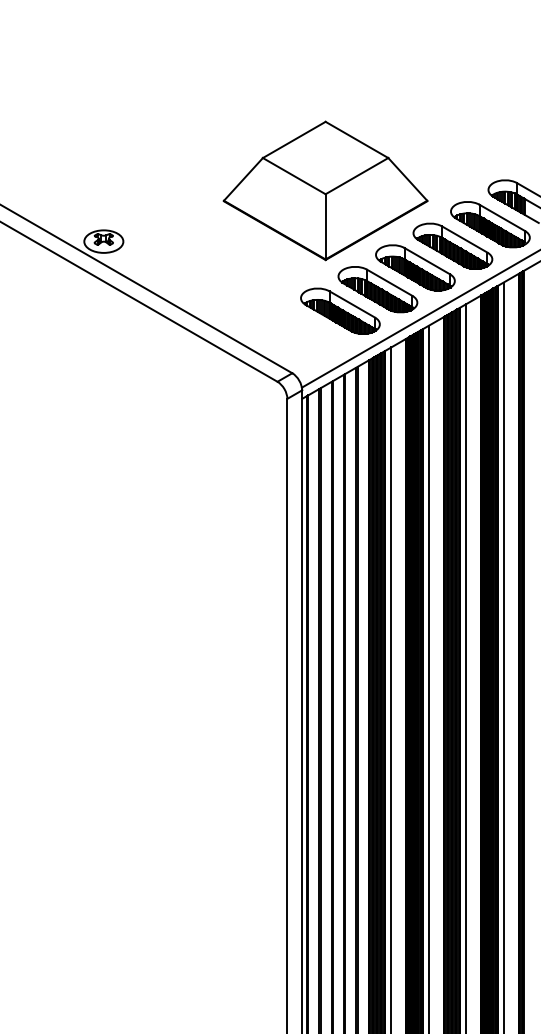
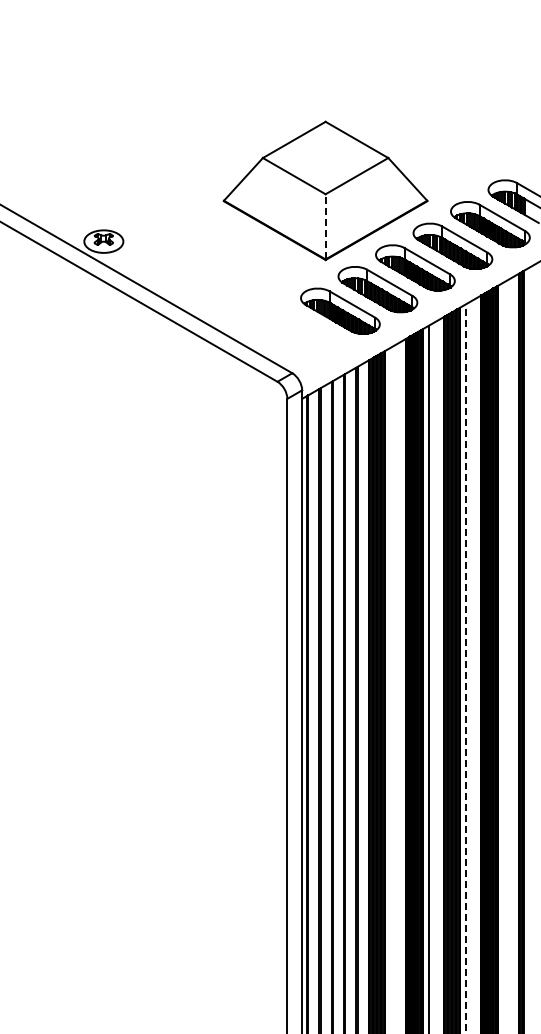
line at (325, 226): solid -> dashed
line at (419, 319): present -> none
line at (503, 656): present -> none
line at (466, 668): solid -> dashed
line at (391, 688): present -> none
